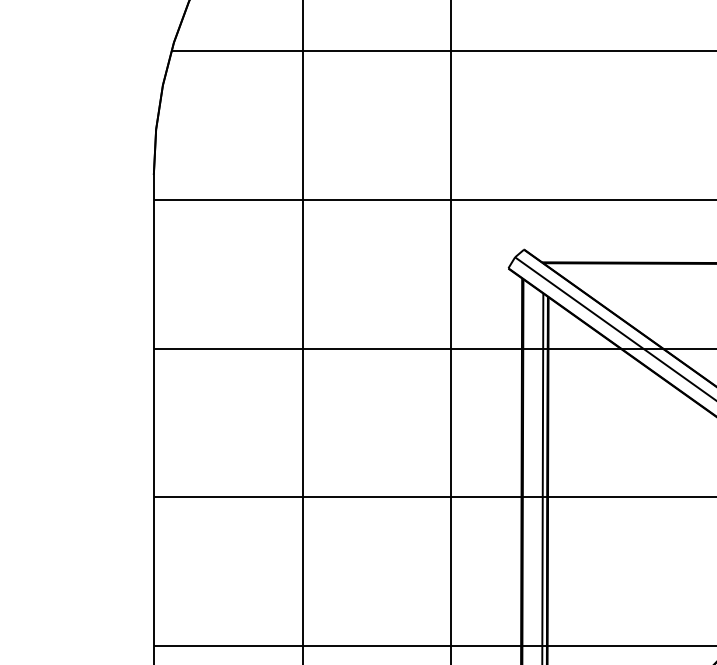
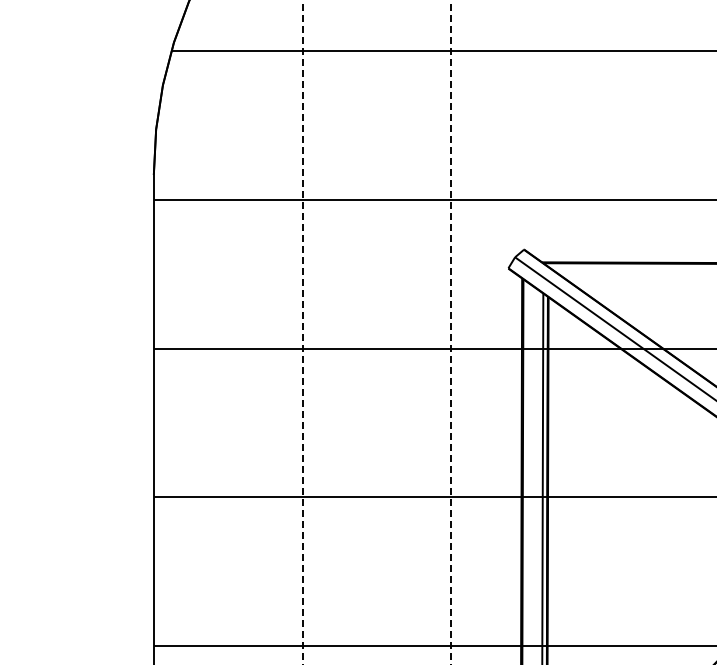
line at (302, 332): solid -> dashed
line at (451, 332): solid -> dashed
